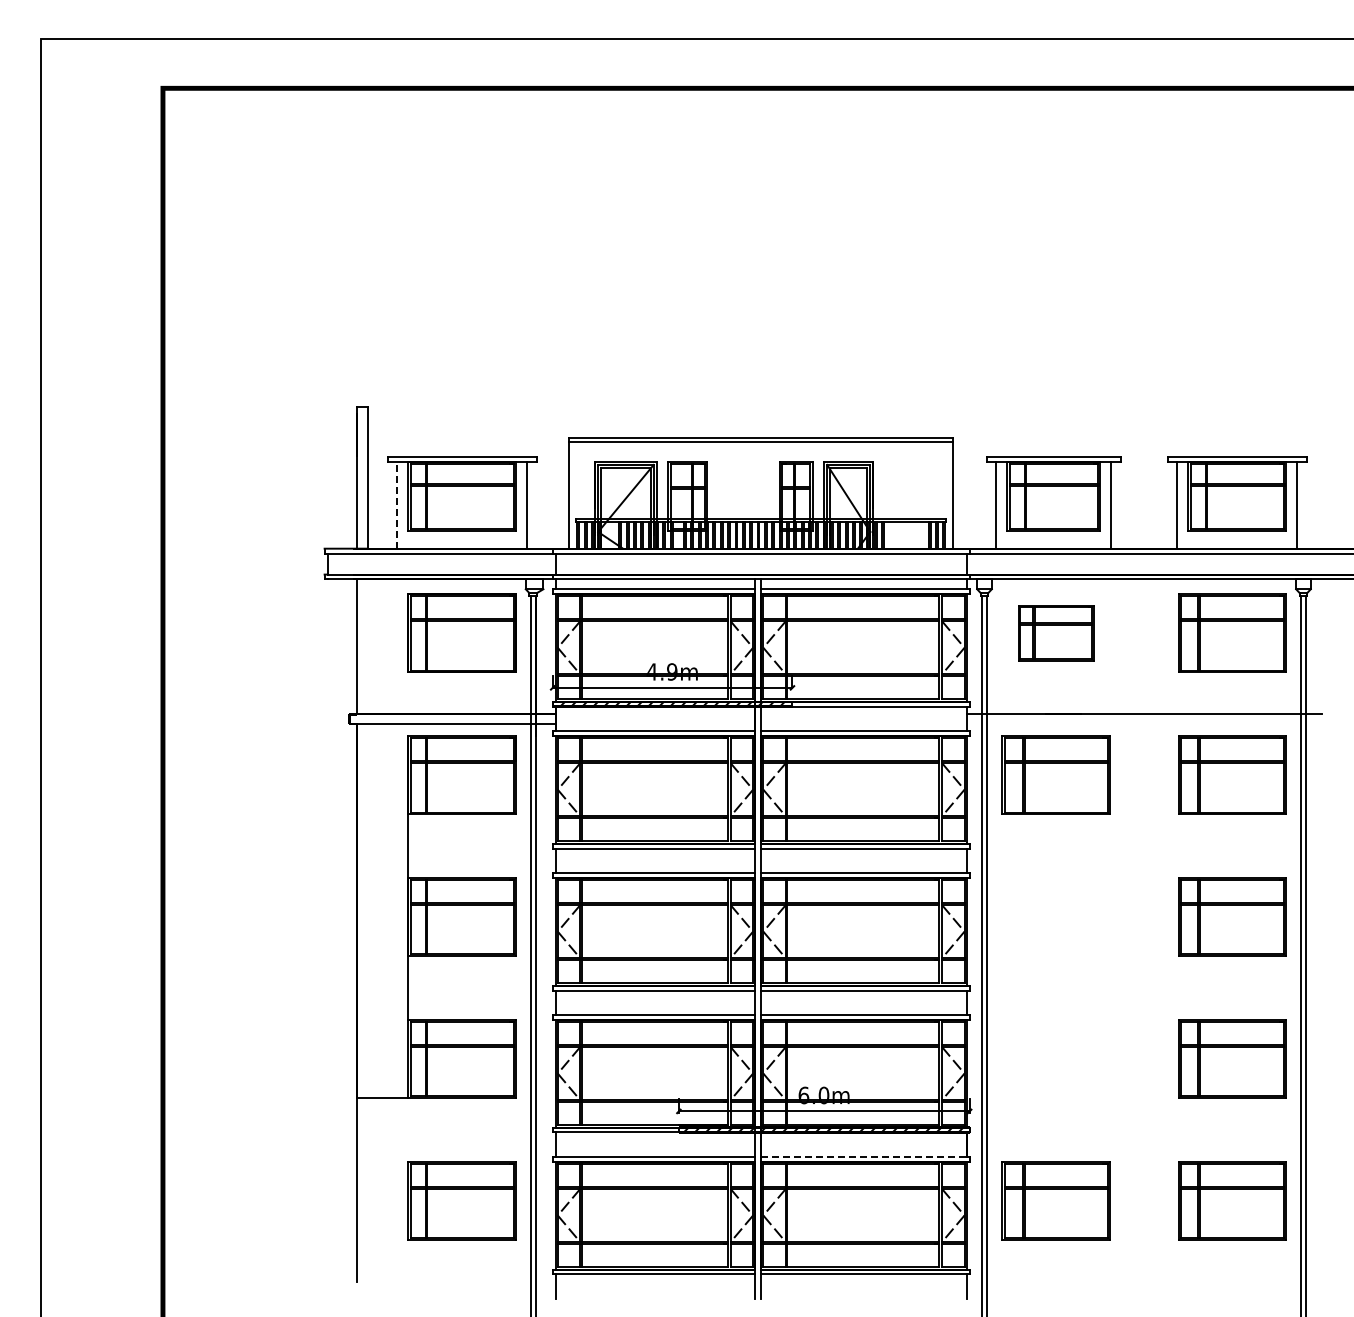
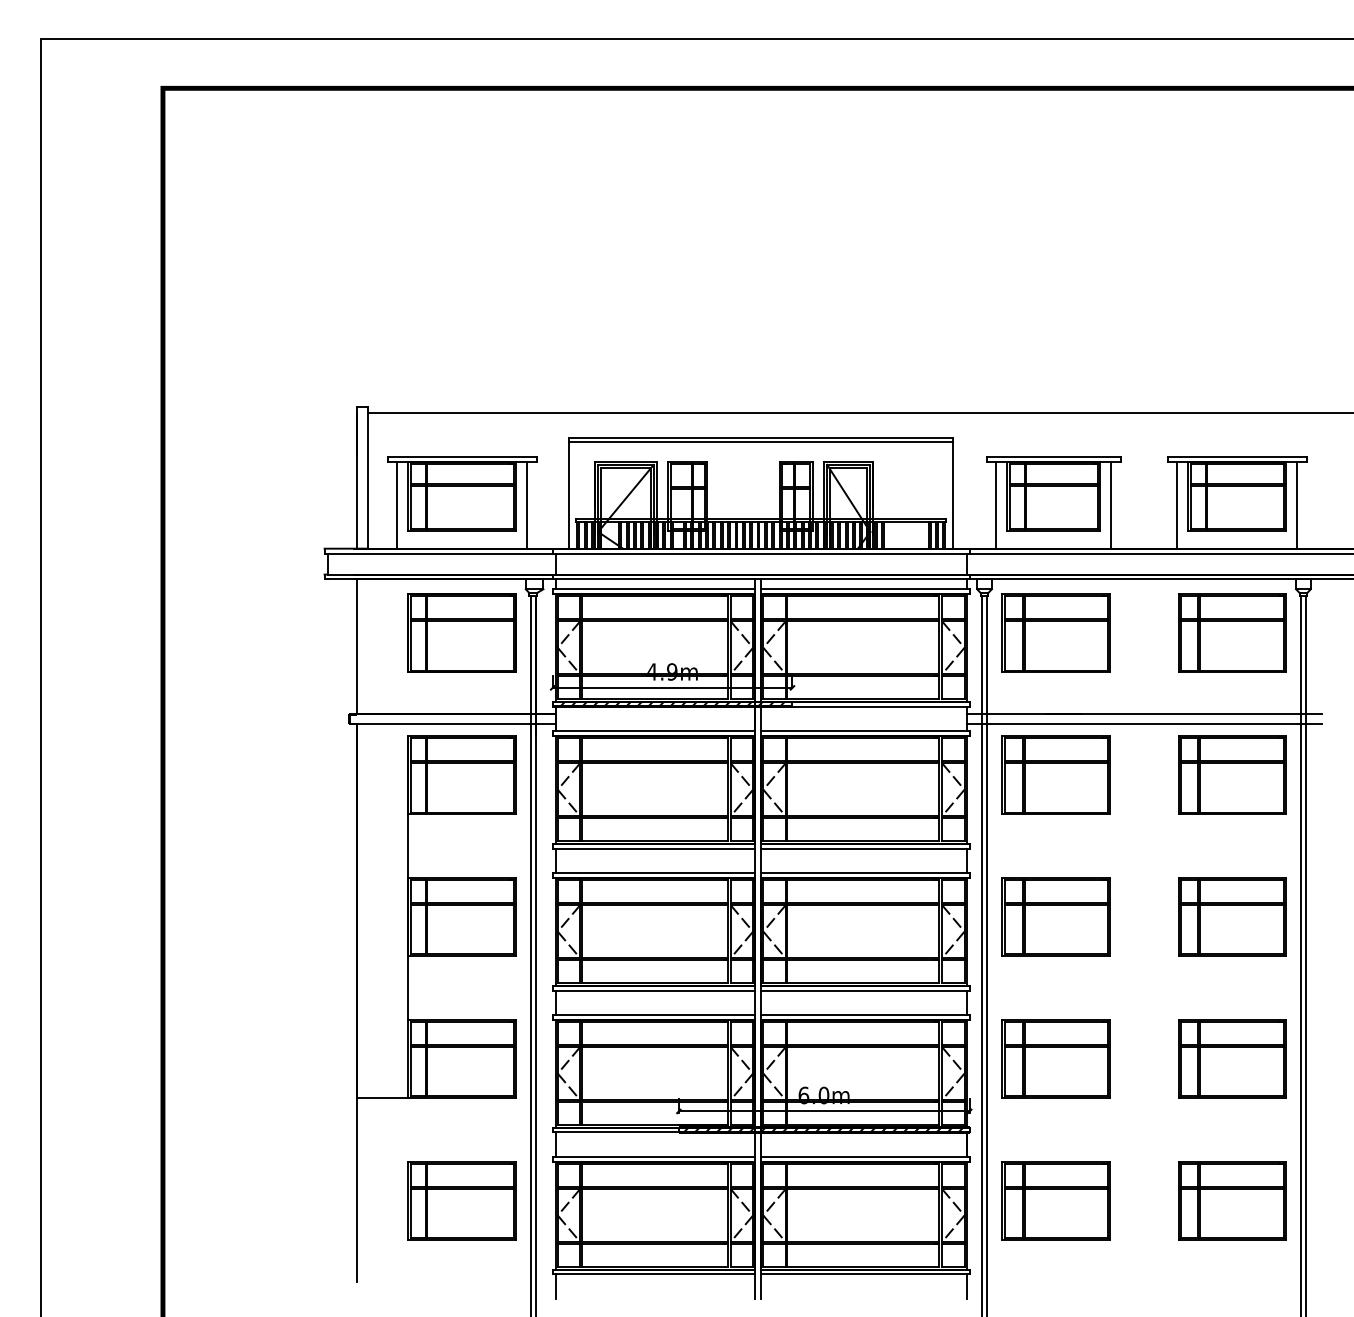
line at (858, 413): none -> present
line at (397, 504): dashed -> solid
part at (1056, 633) size: 77x57 px -> 110x80 px
line at (1144, 724): none -> present
part at (1055, 916): none -> present
part at (1055, 1058): none -> present
line at (865, 1156): dashed -> solid
